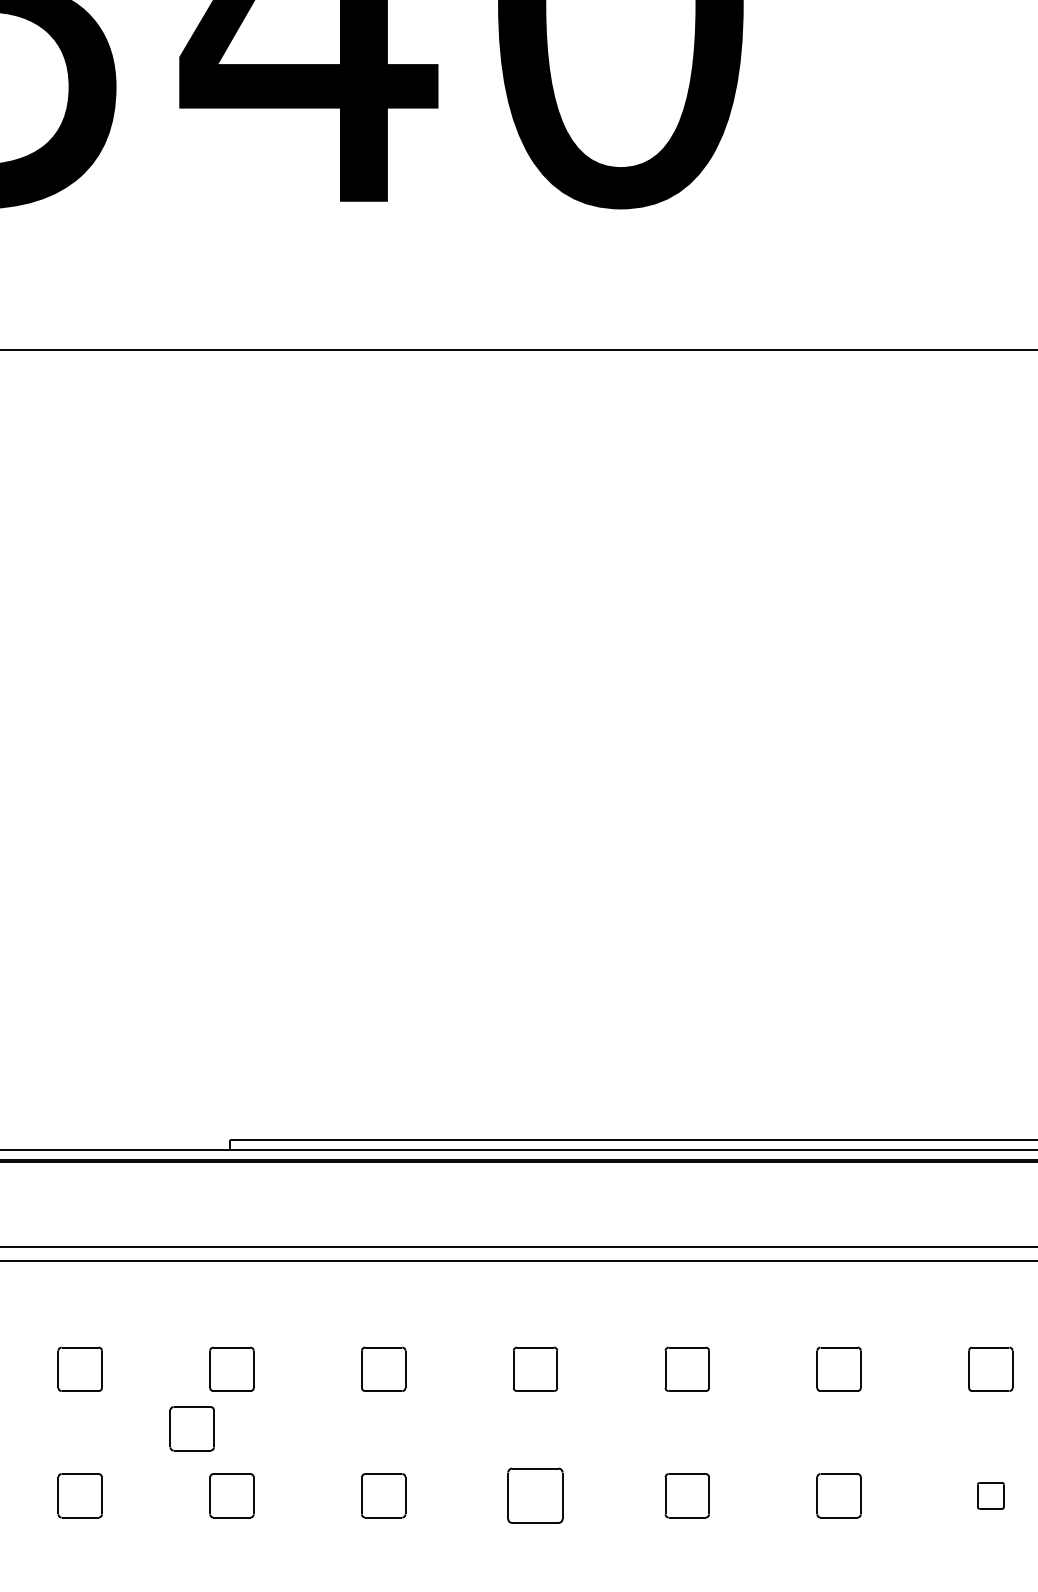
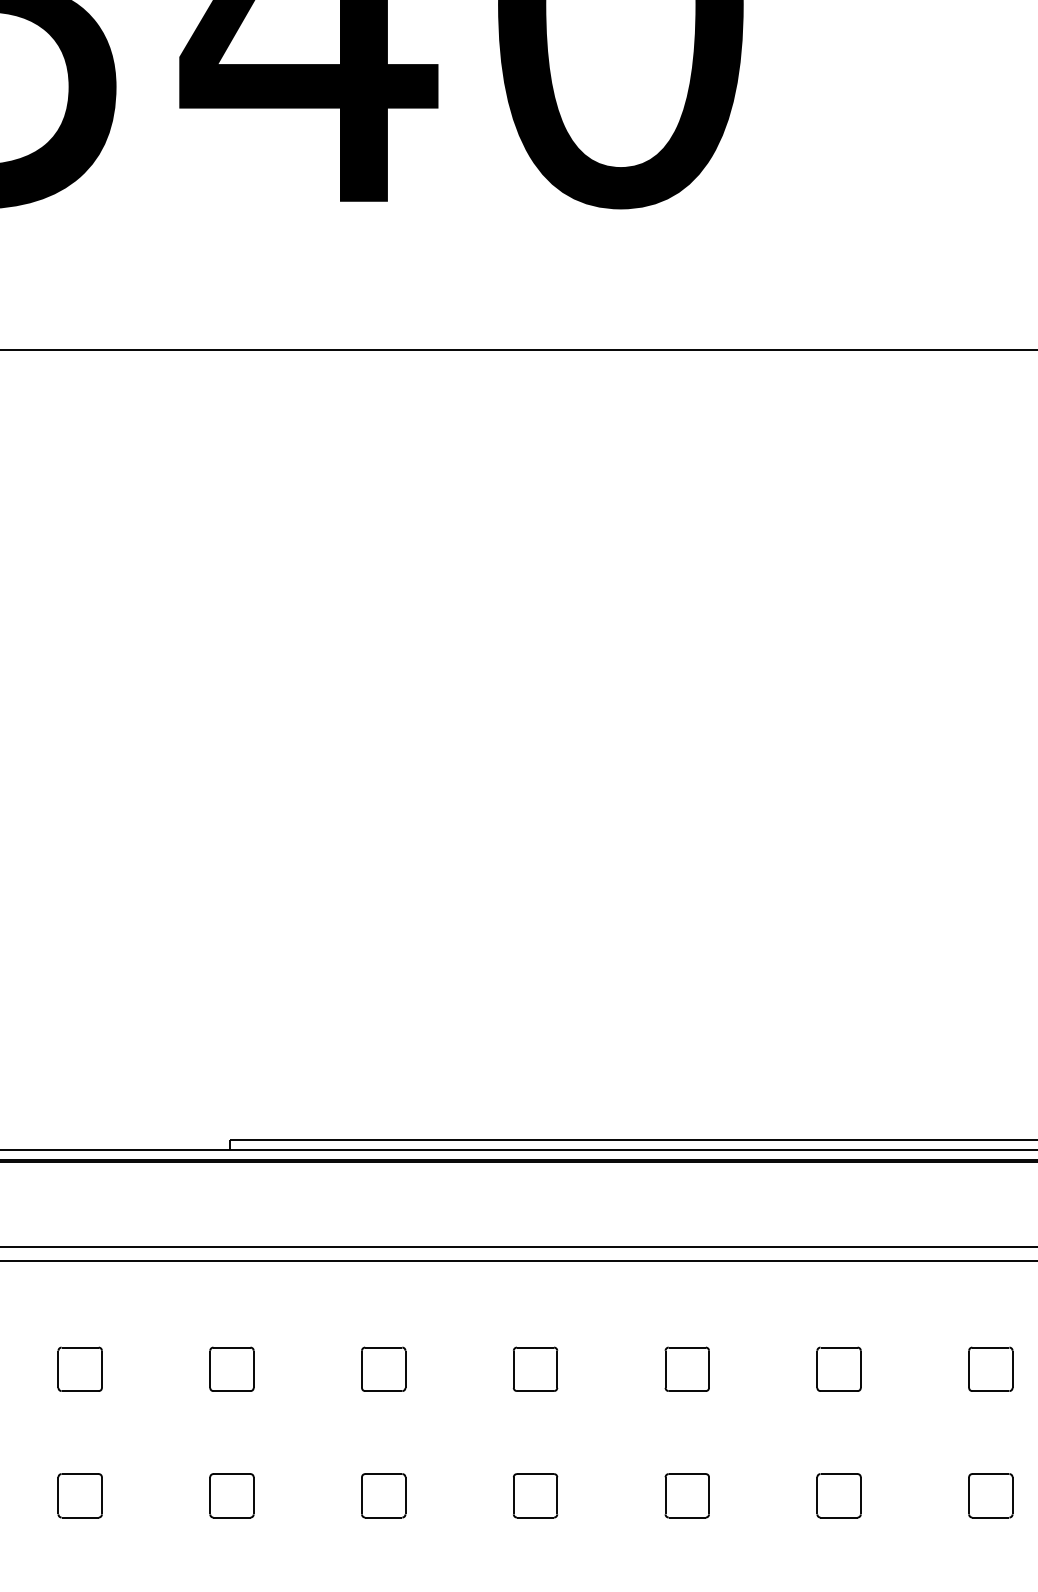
part at (191, 1428): present -> none
part at (535, 1495) size: 57x57 px -> 46x46 px
part at (990, 1495) size: 28x28 px -> 46x46 px
